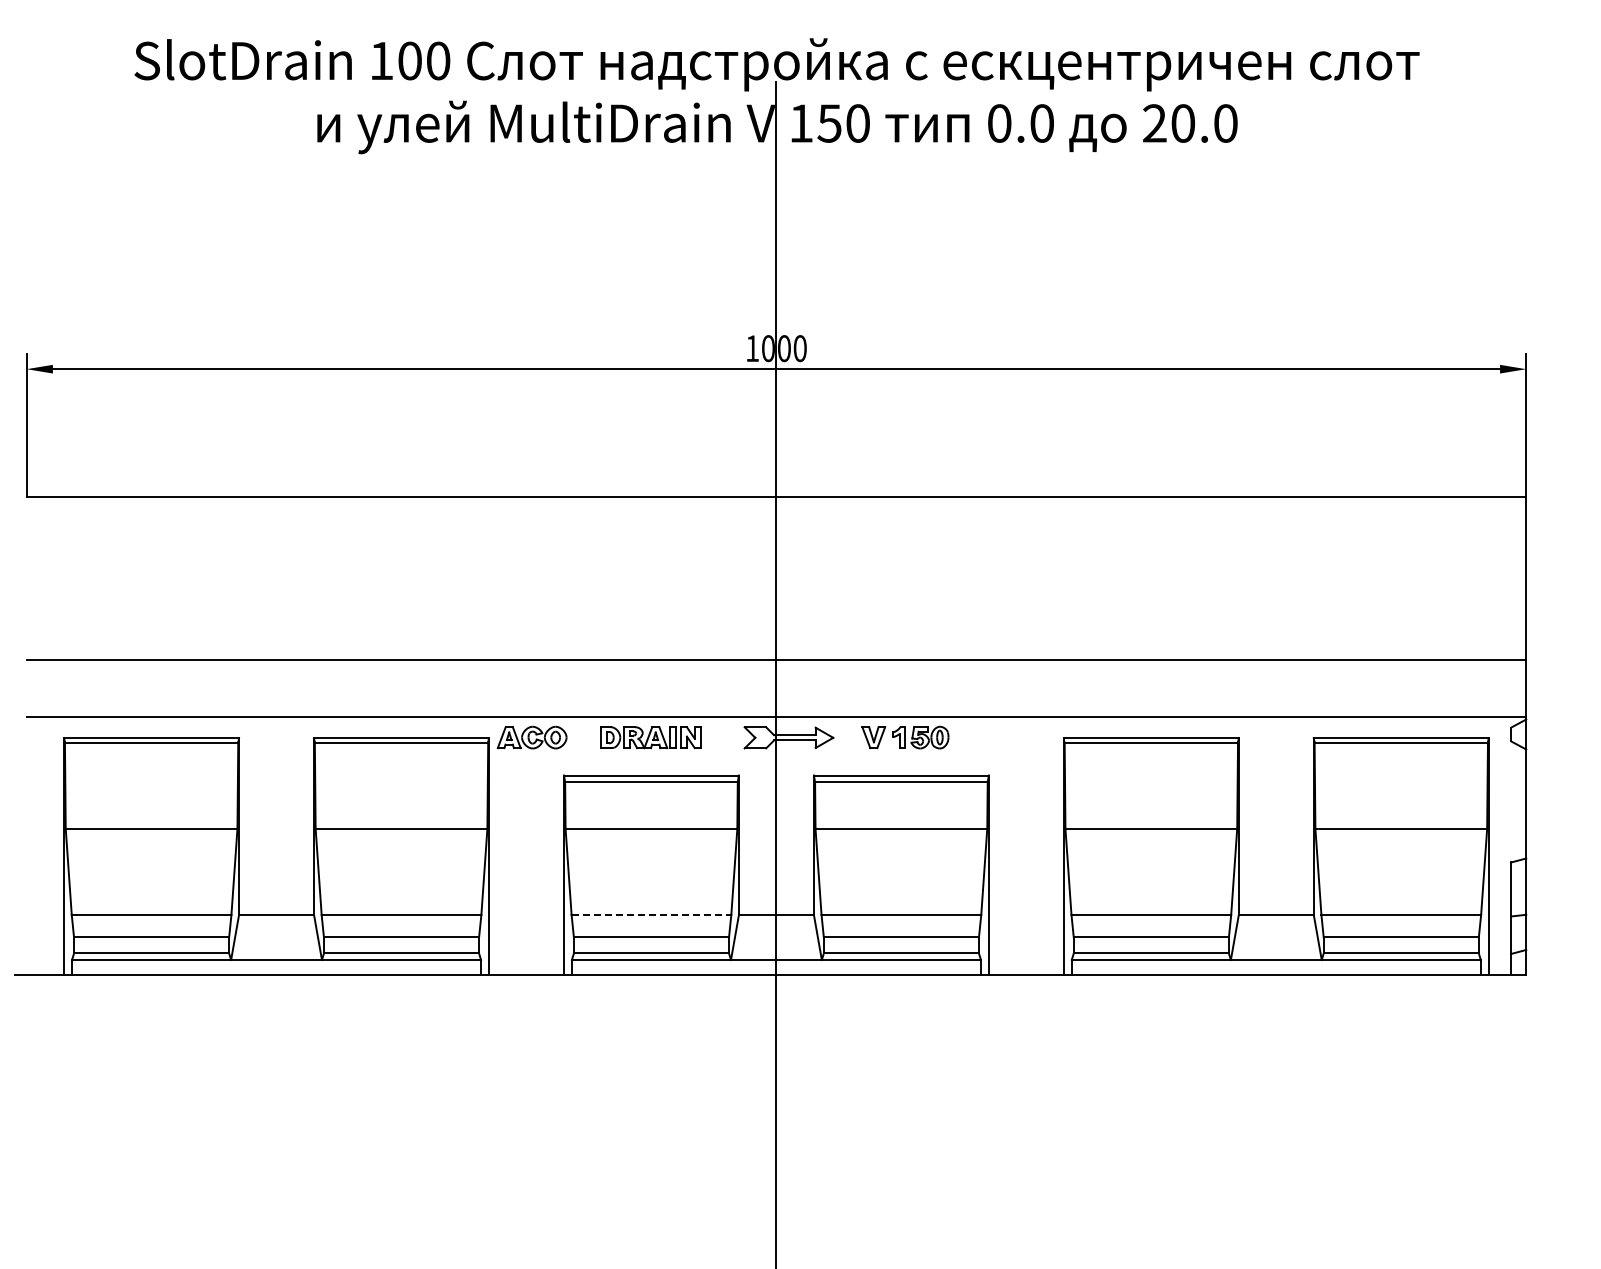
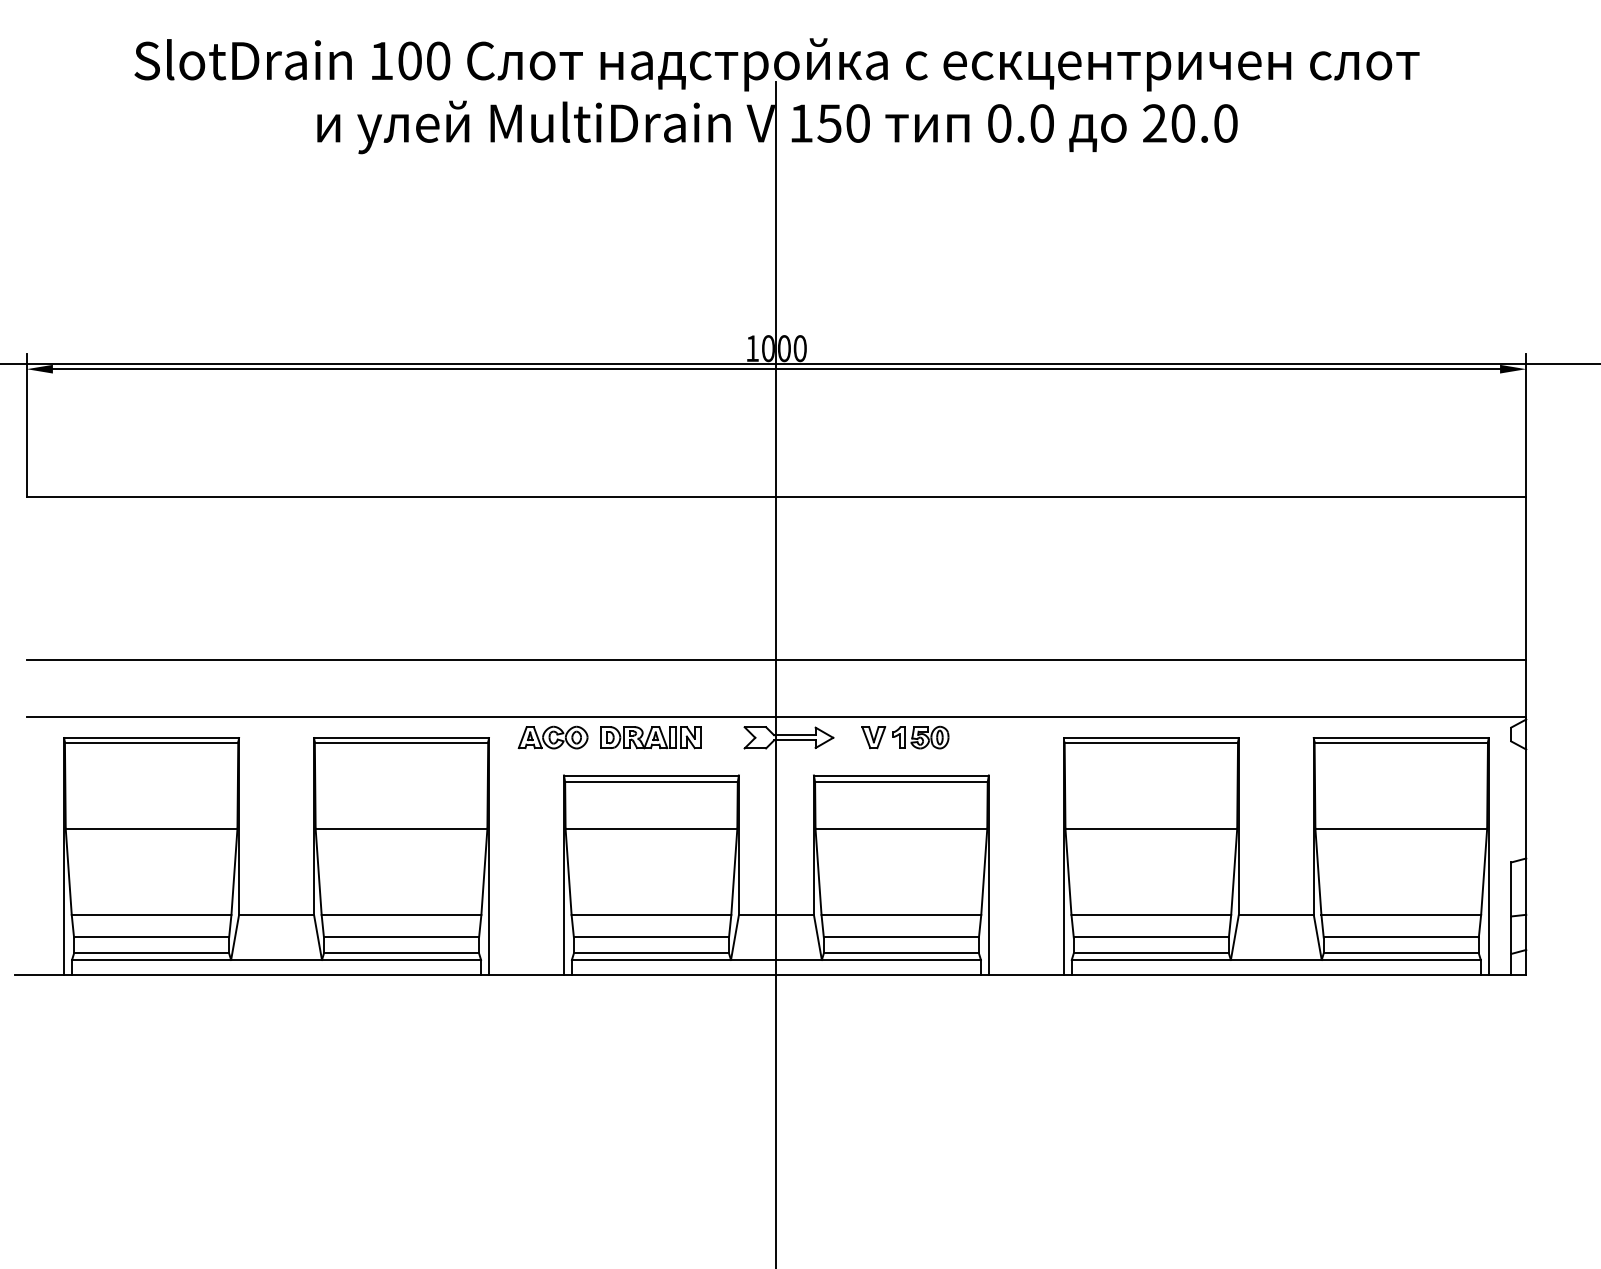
line at (799, 364): none -> present
part at (531, 737) position: (531, 737) -> (552, 737)
line at (651, 914): dashed -> solid
